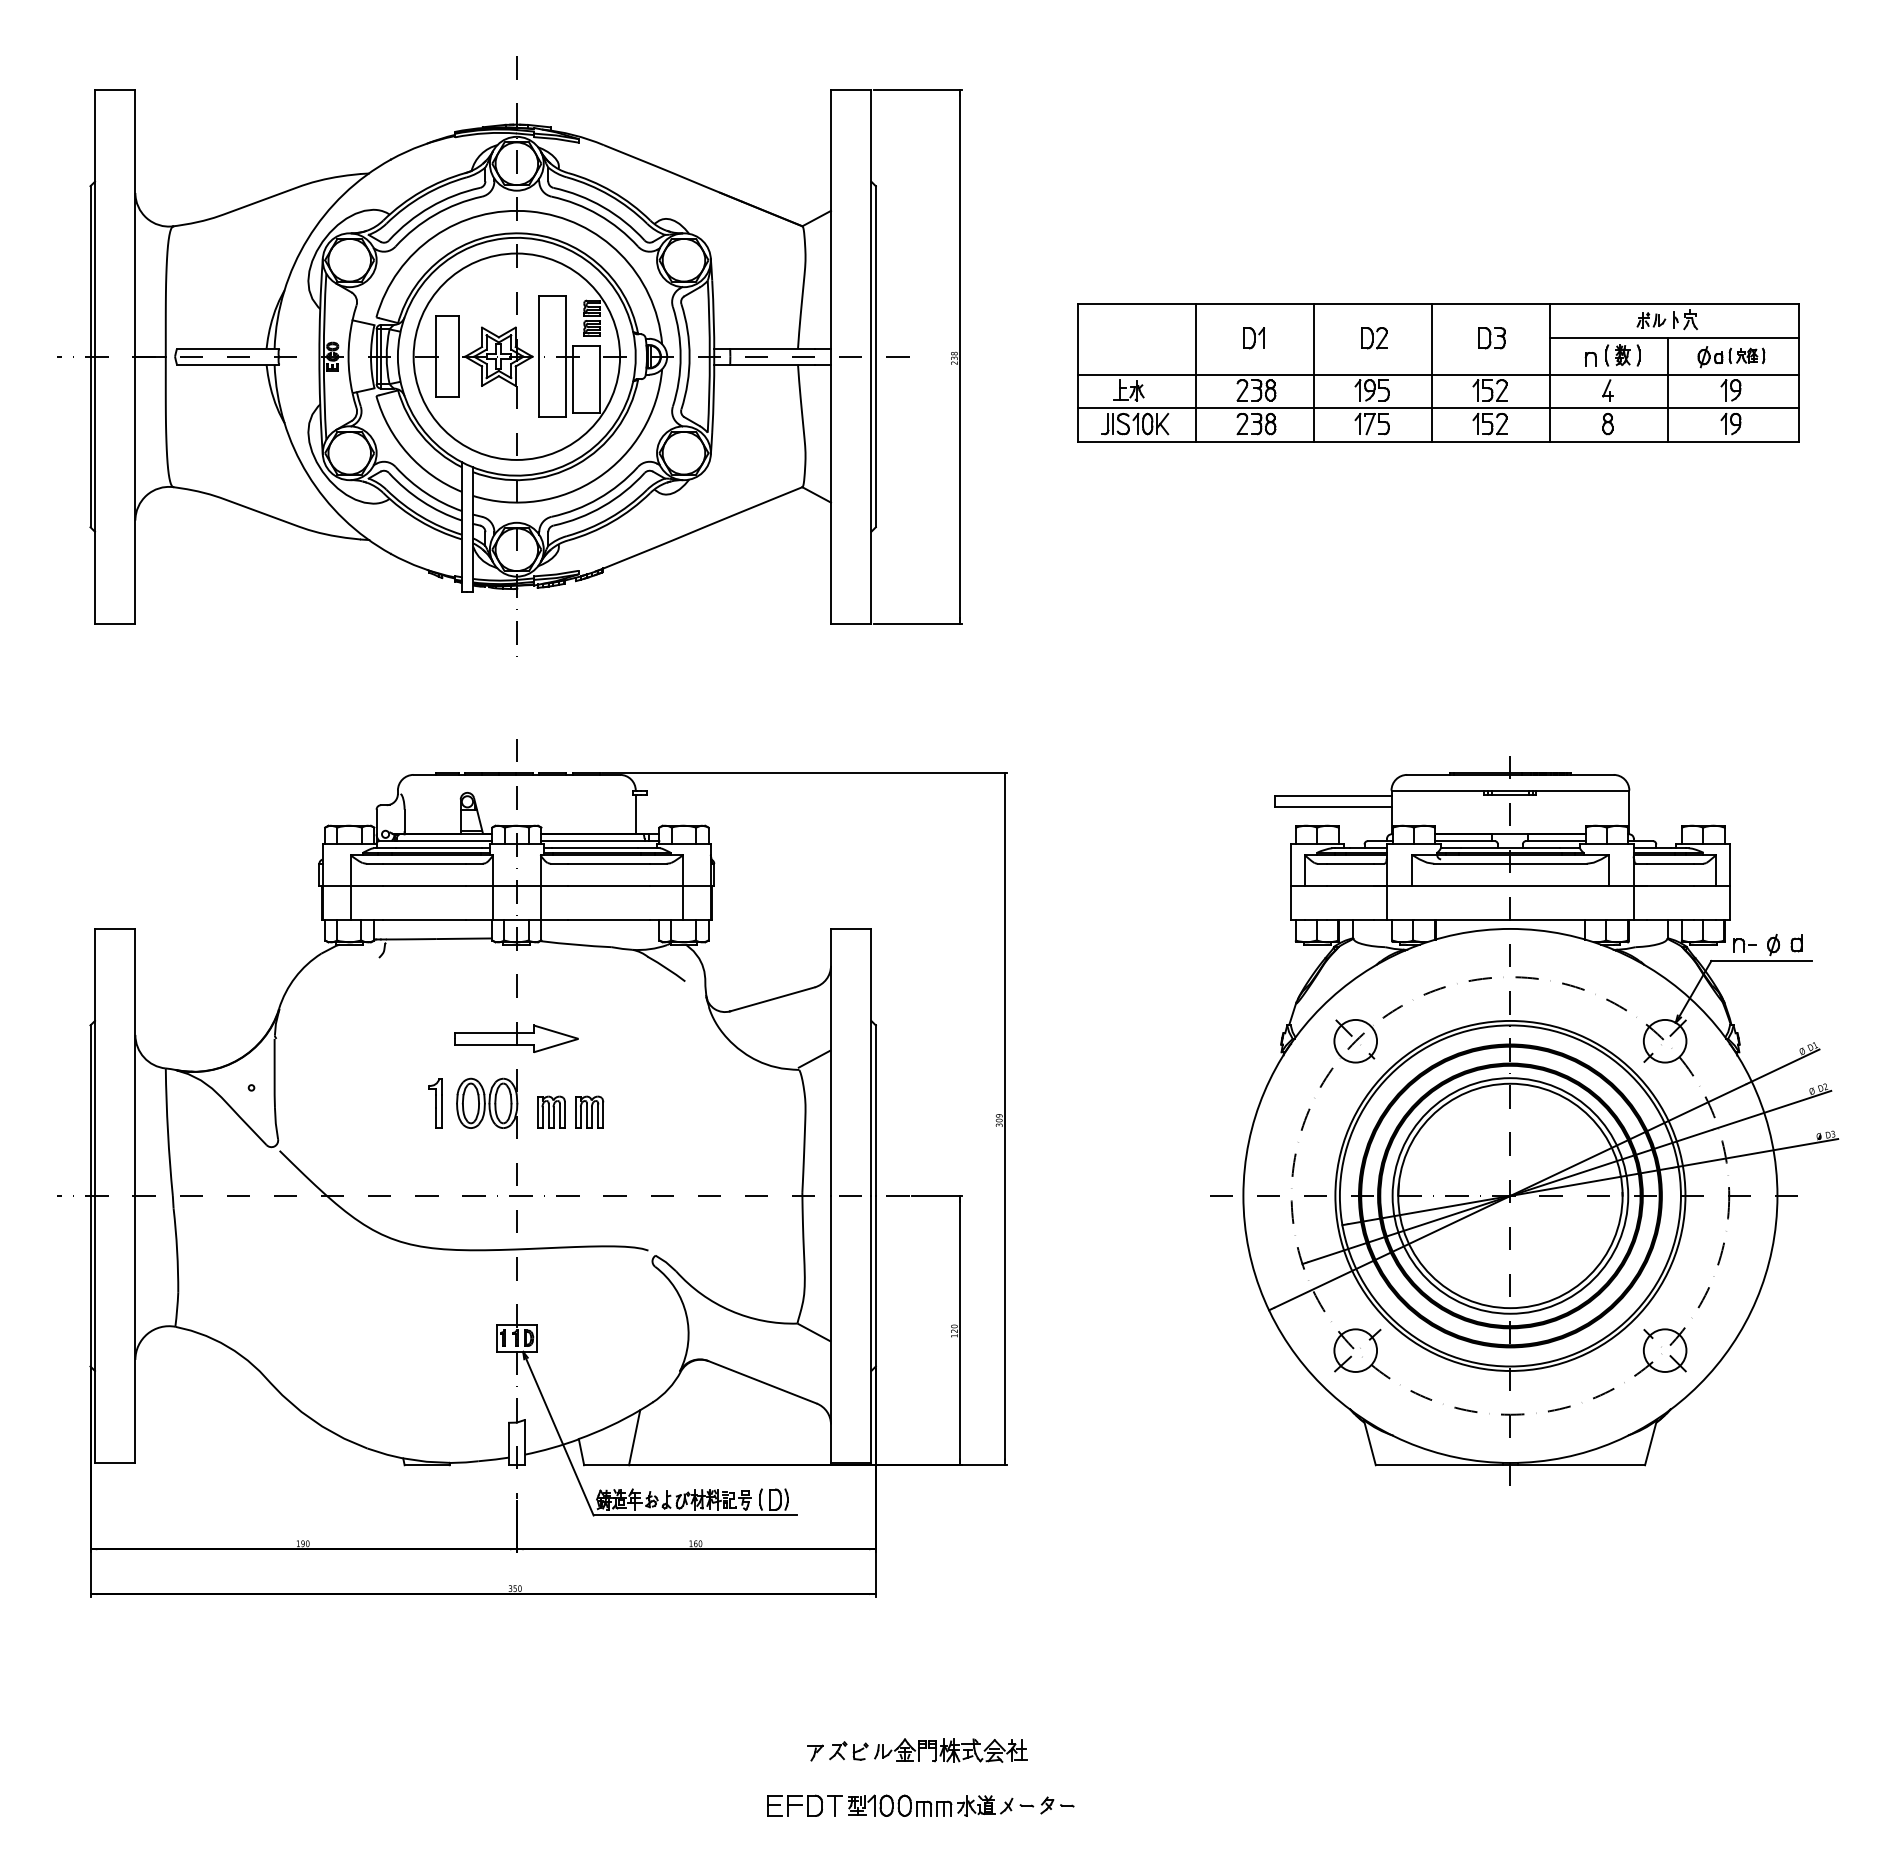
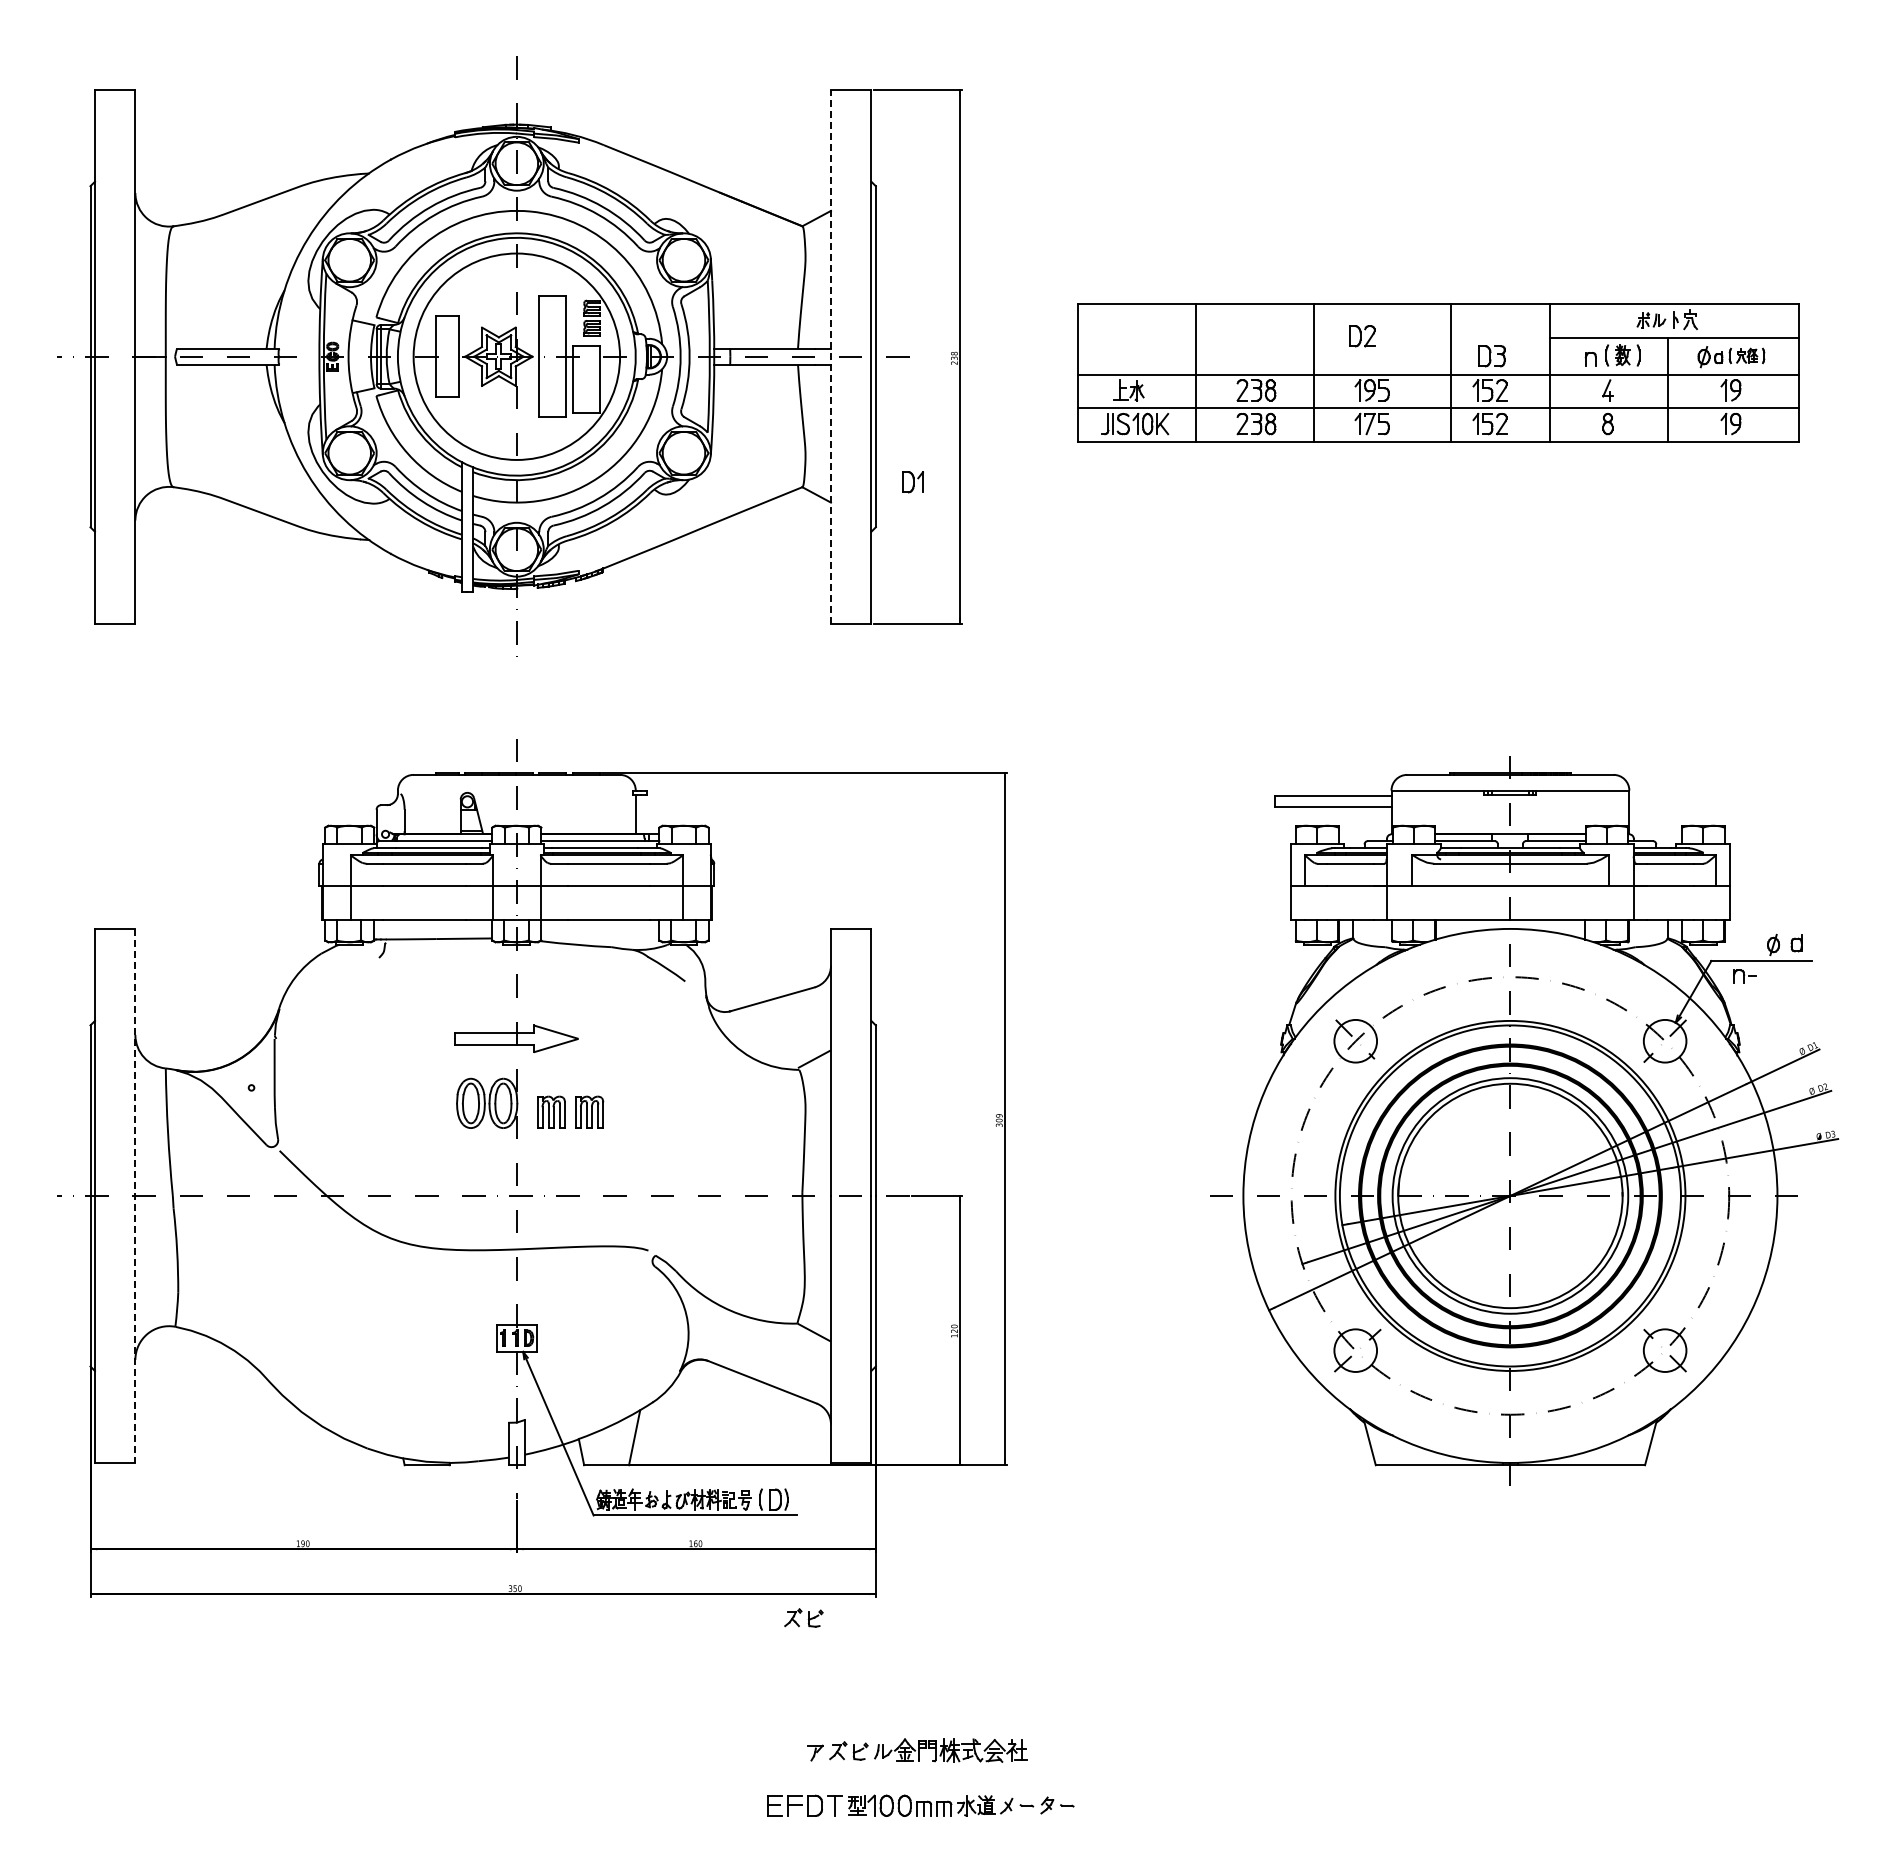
part at (1253, 338) position: (1253, 338) -> (912, 482)
part at (1374, 338) position: (1374, 338) -> (1362, 336)
part at (1491, 338) position: (1491, 338) -> (1491, 356)
line at (830, 356): solid -> dashed
line at (1432, 372) position: (1432, 372) -> (1451, 372)
part at (1744, 945) position: (1744, 945) -> (1744, 976)
part at (435, 1103): present -> none
line at (135, 1196): solid -> dashed
part at (803, 1617): none -> present
